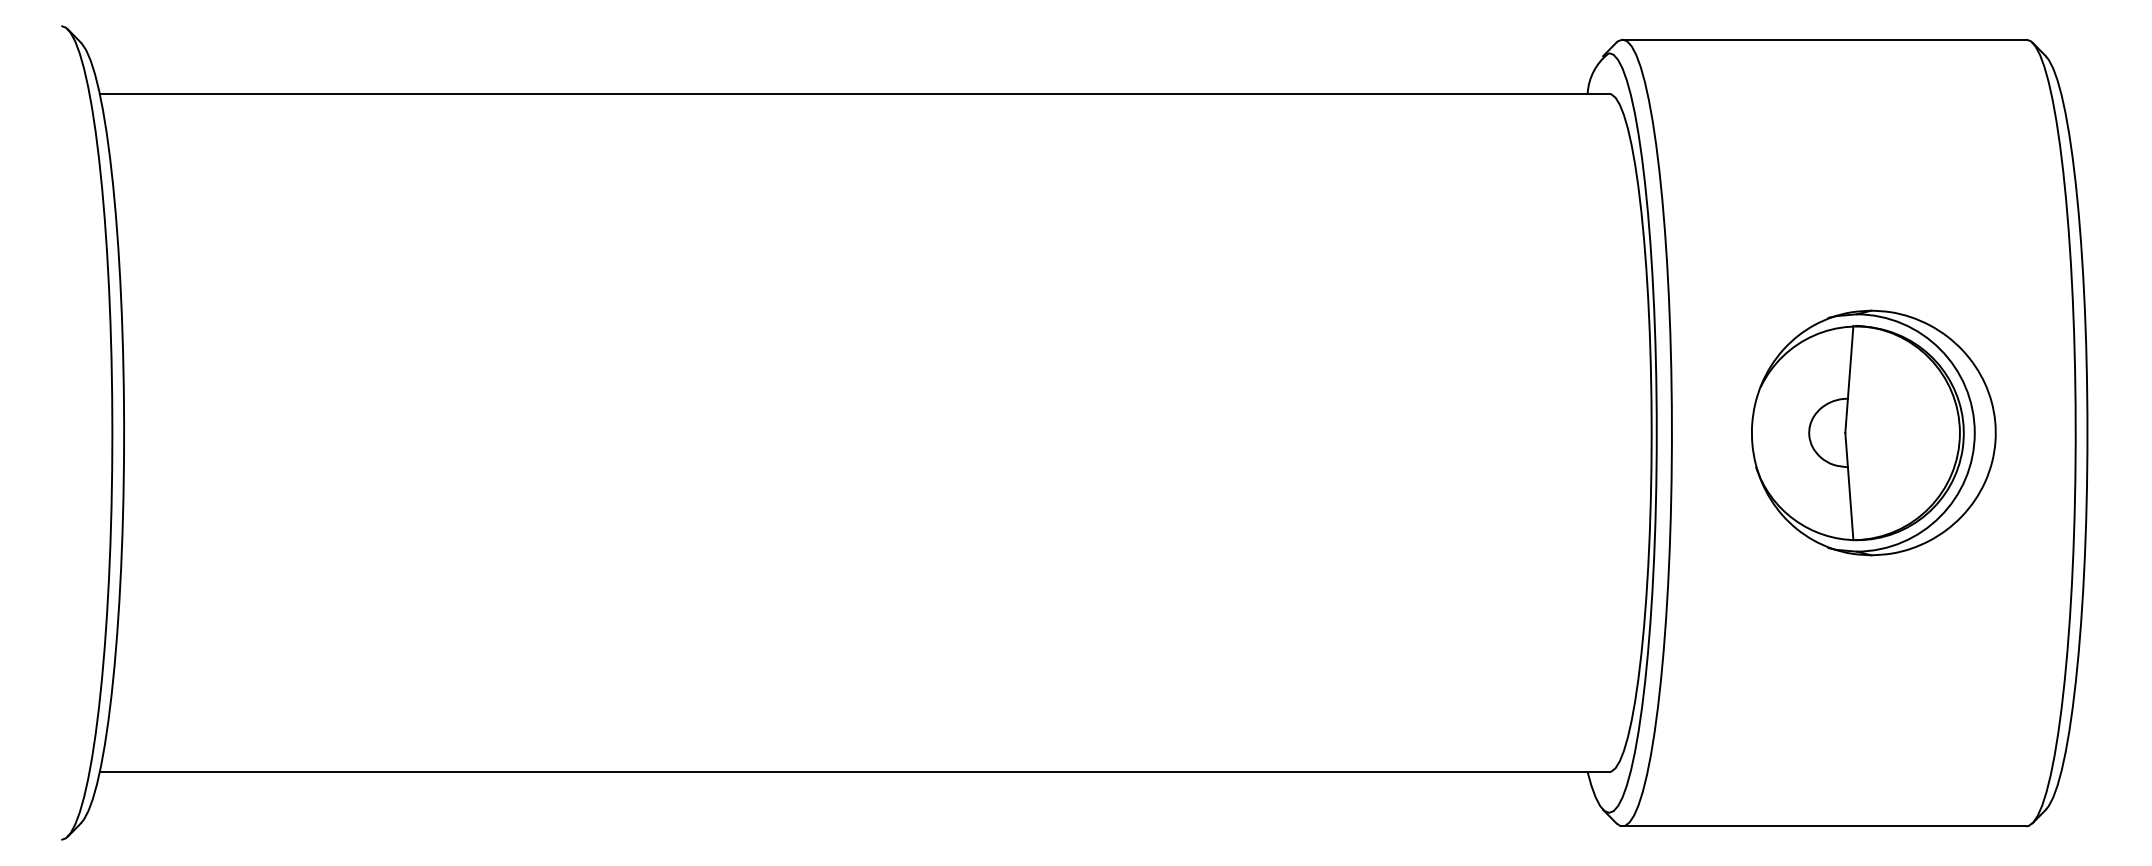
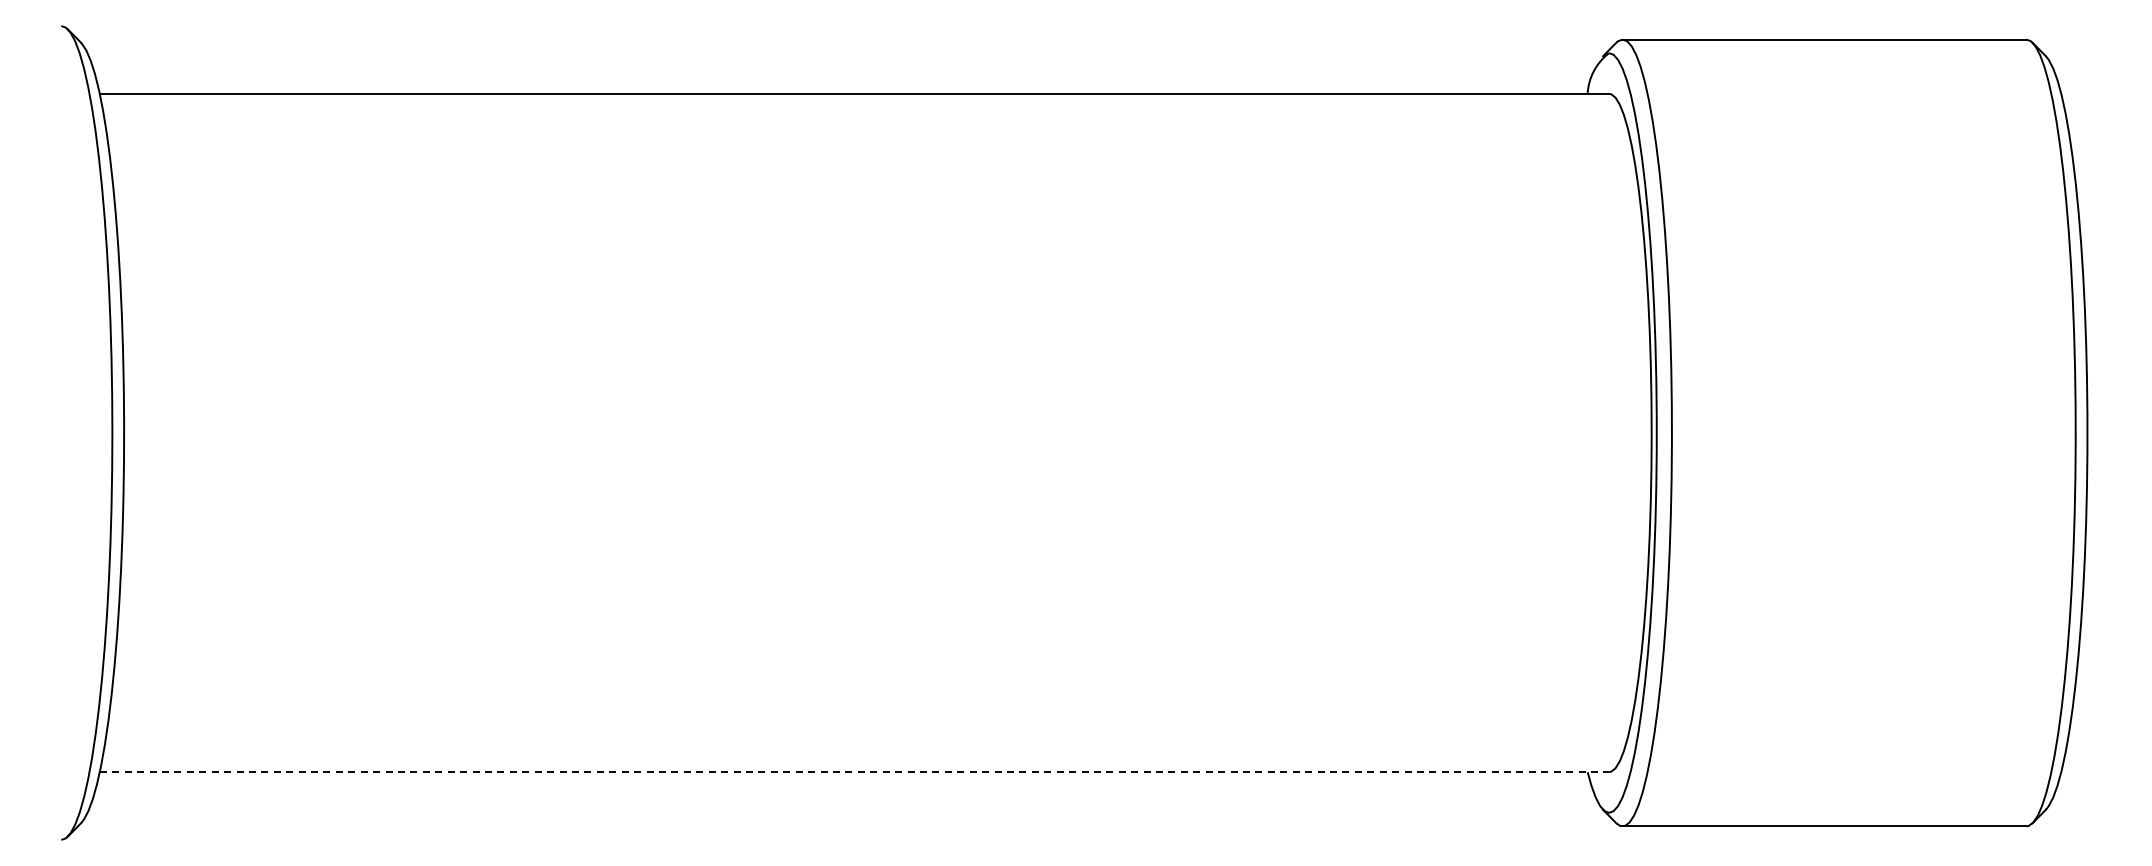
part at (1873, 432): present -> none
line at (854, 772): solid -> dashed
